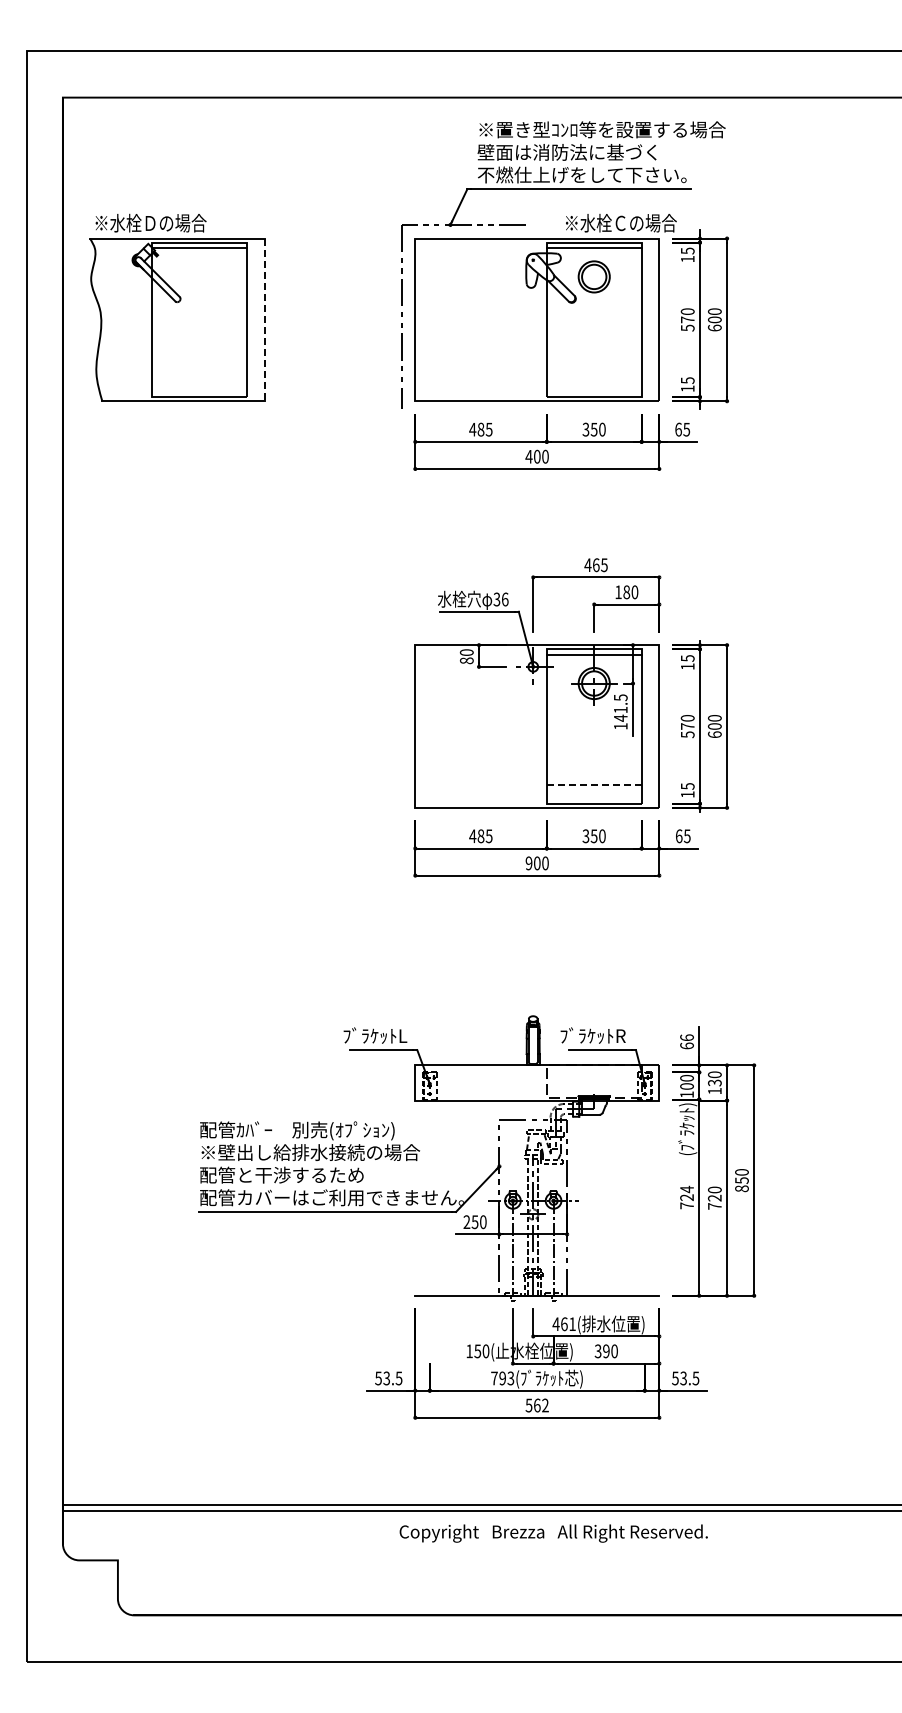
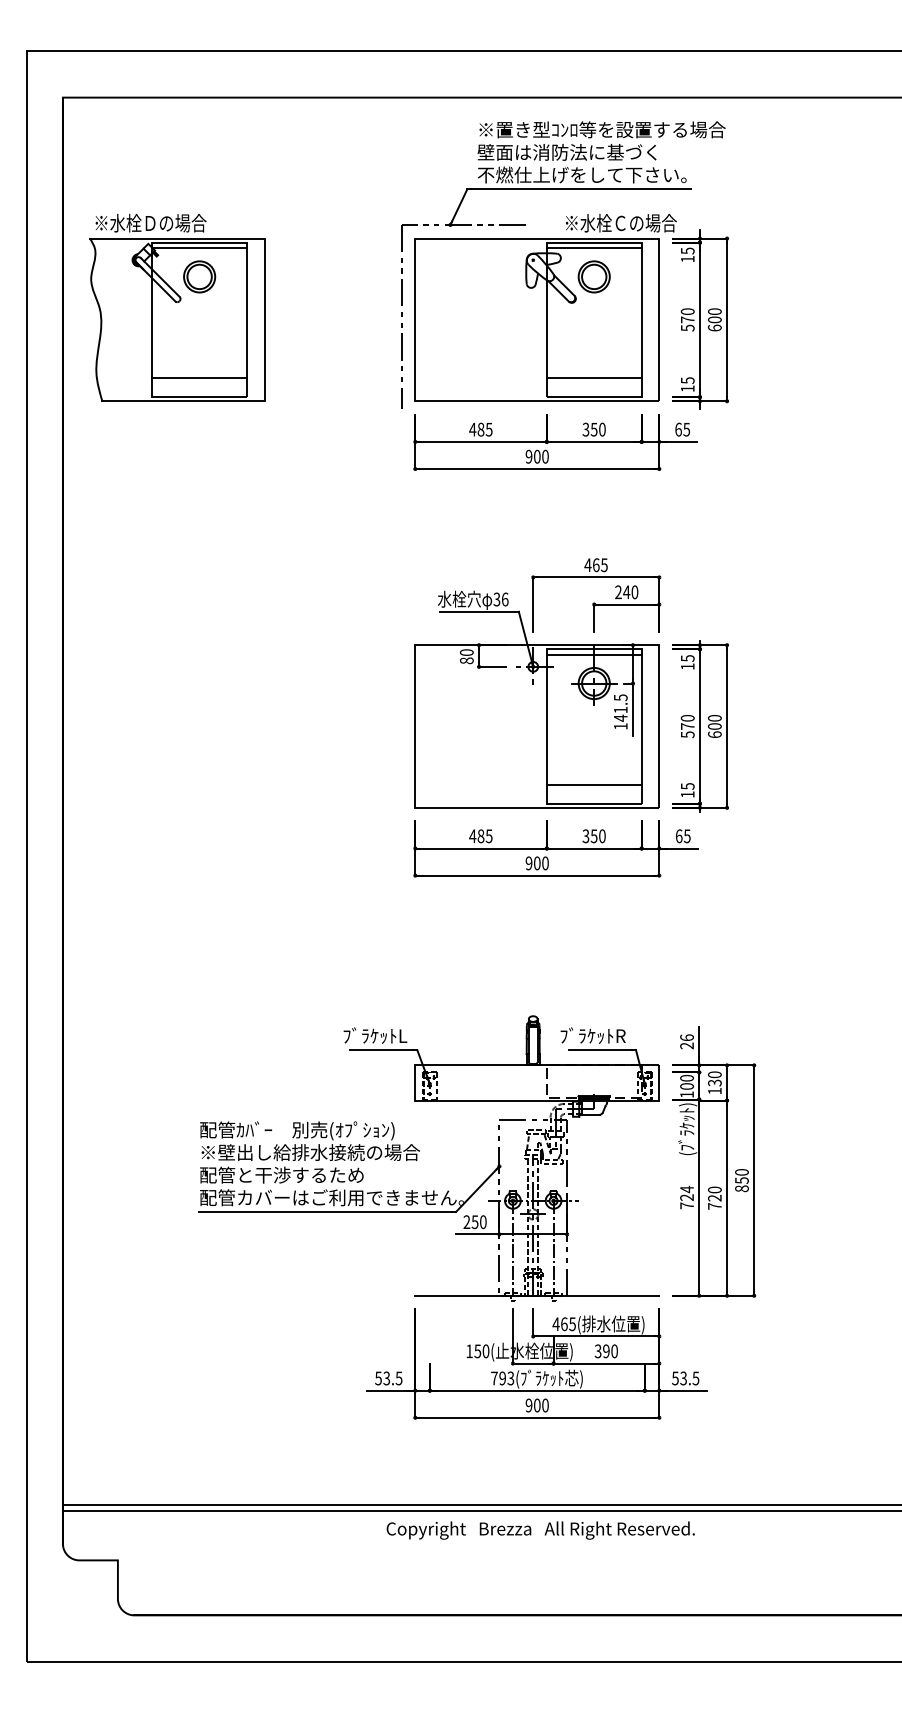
part at (199, 276): none -> present
line at (264, 320): dashed -> solid
line at (199, 378): none -> present
line at (593, 378): none -> present
text at (528, 456): 400 -> 900
text at (622, 592): 180 -> 240
line at (593, 784): dashed -> solid
text at (686, 1045): 66 -> 26
text at (572, 1324): 461( -> 465(
text at (536, 1405): 562 -> 900
text at (553, 1533) position: (553, 1533) -> (540, 1530)
